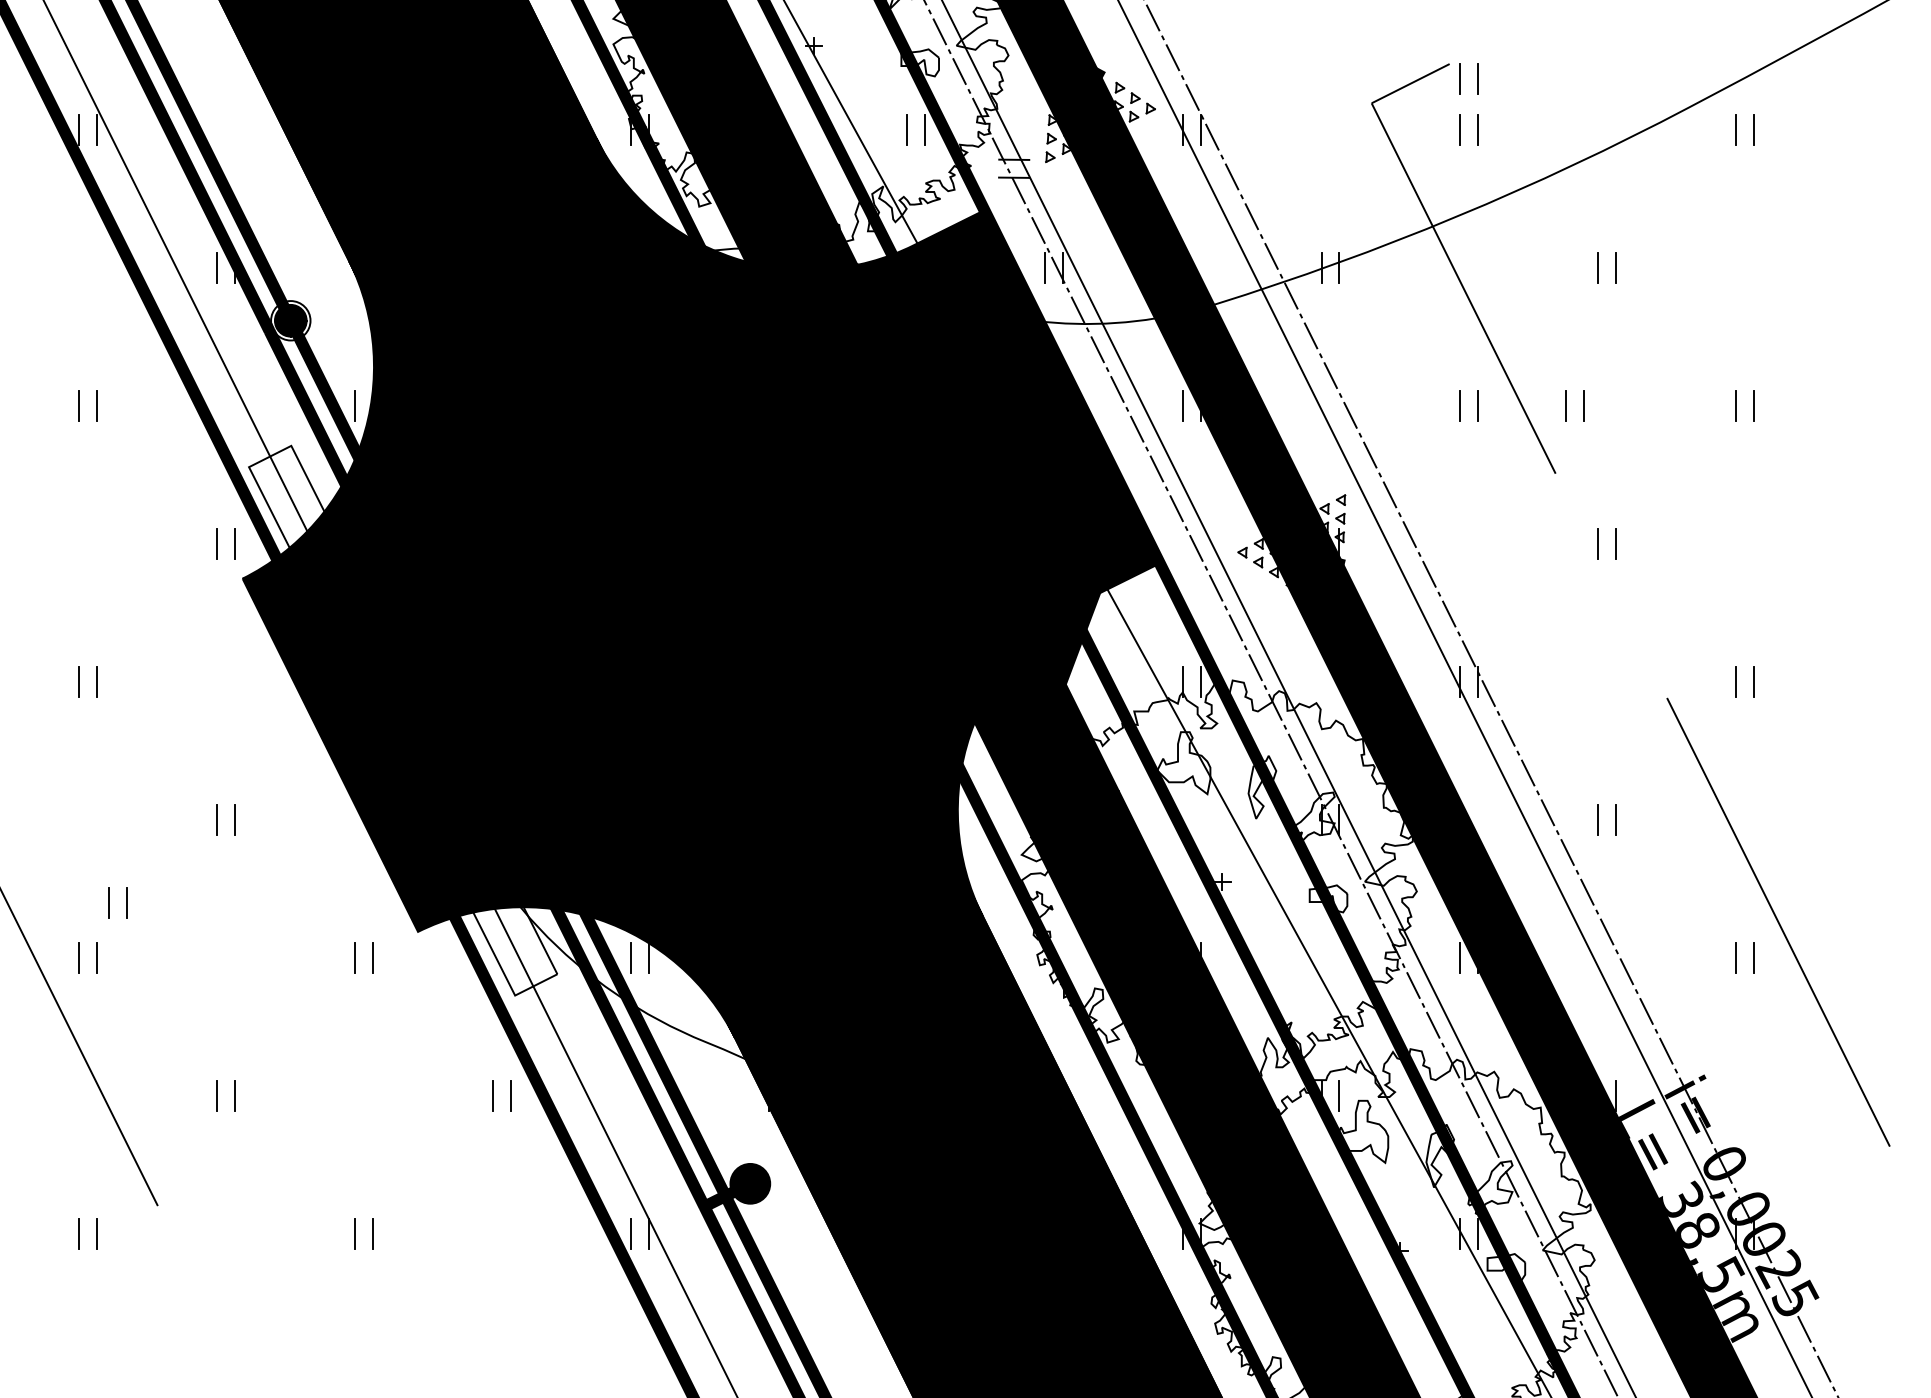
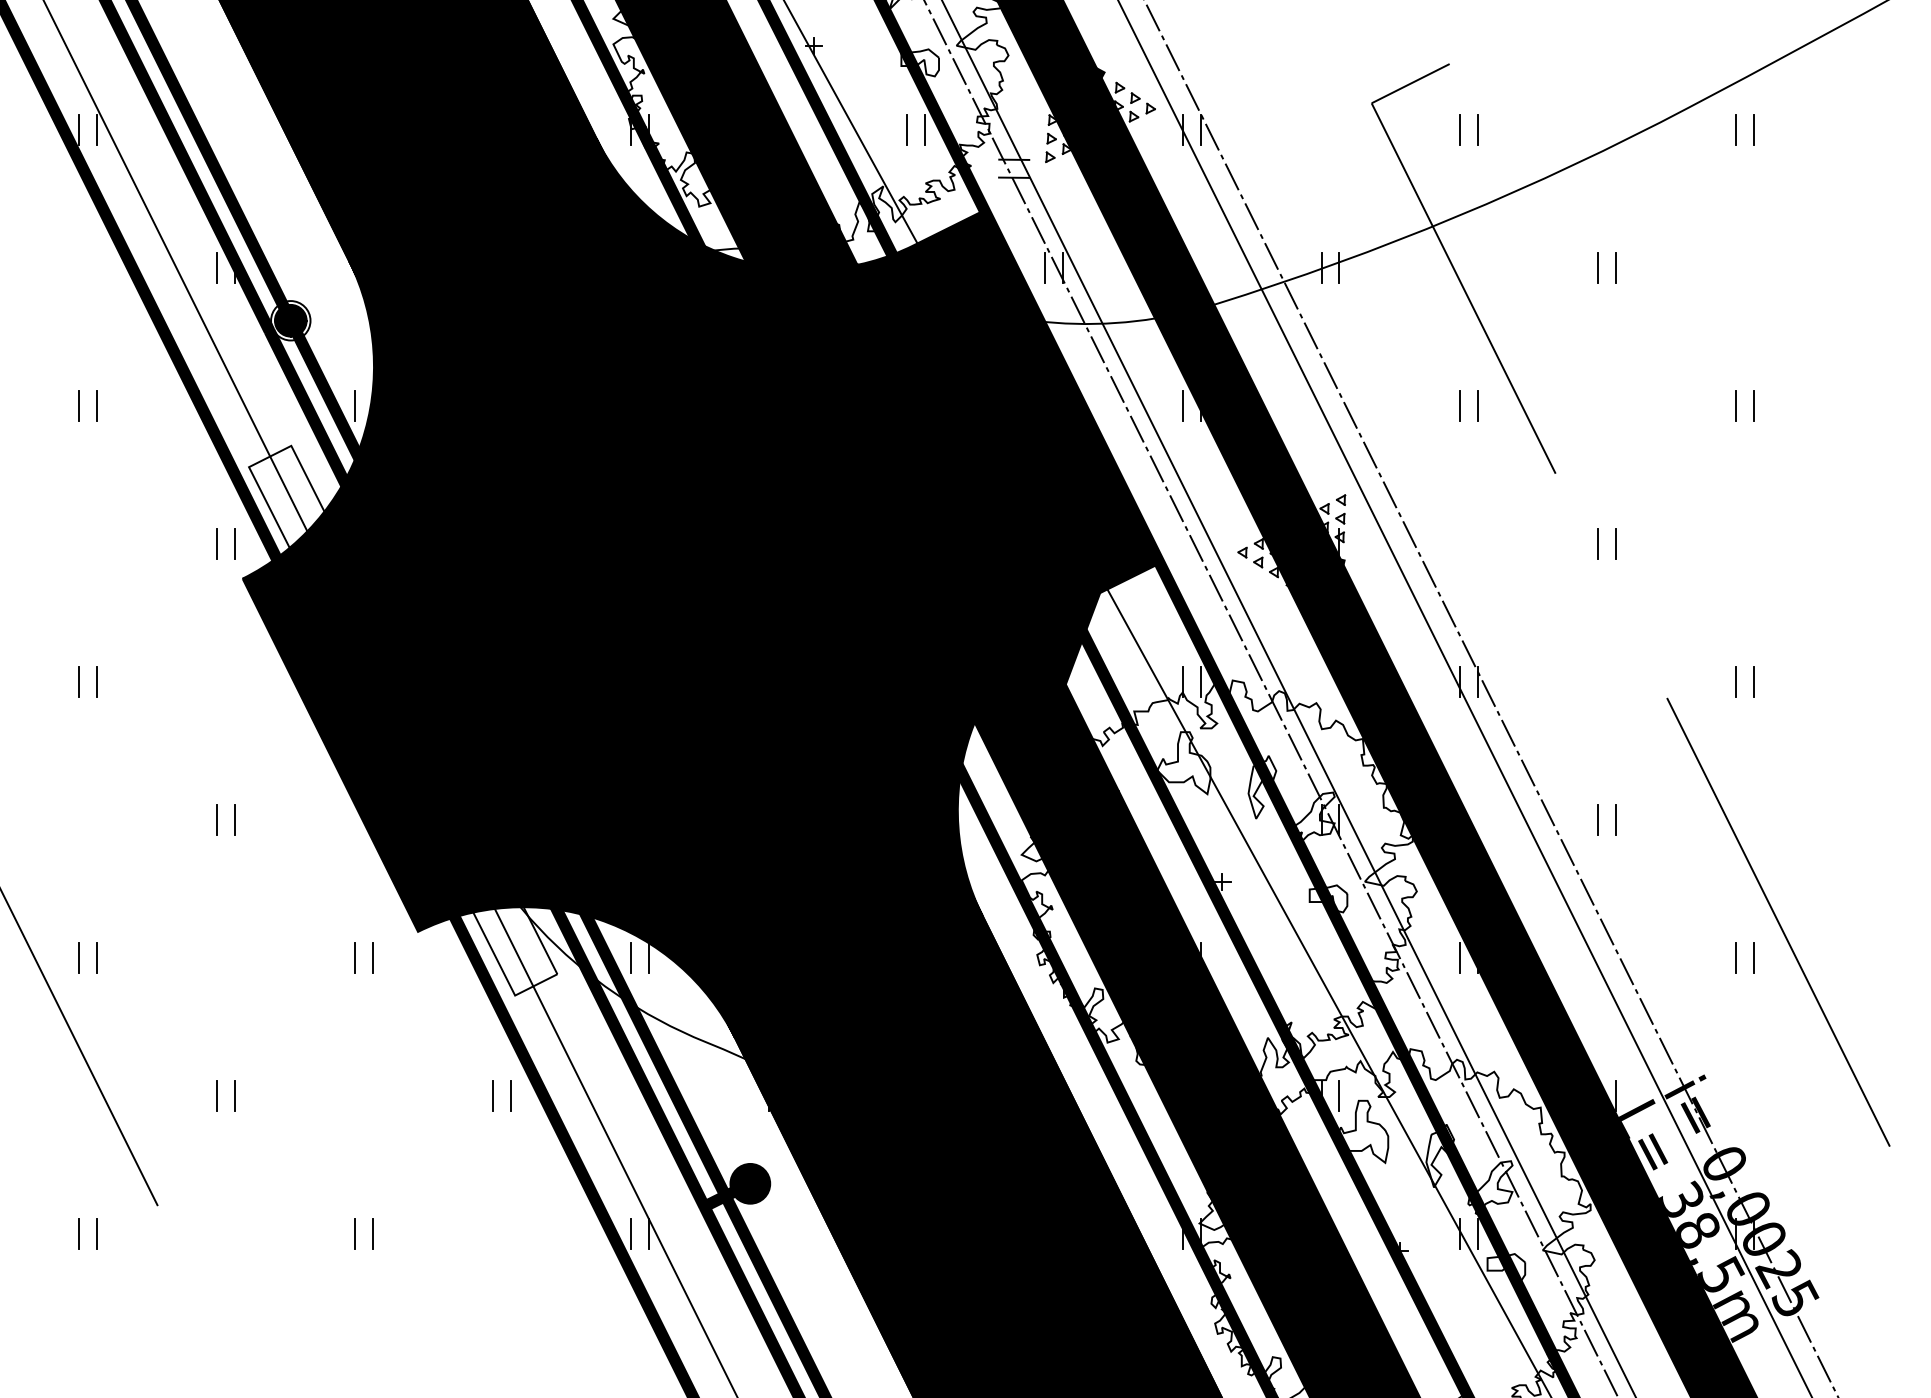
part at (1460, 78): present -> none
part at (1566, 405): present -> none
part at (109, 902): present -> none
